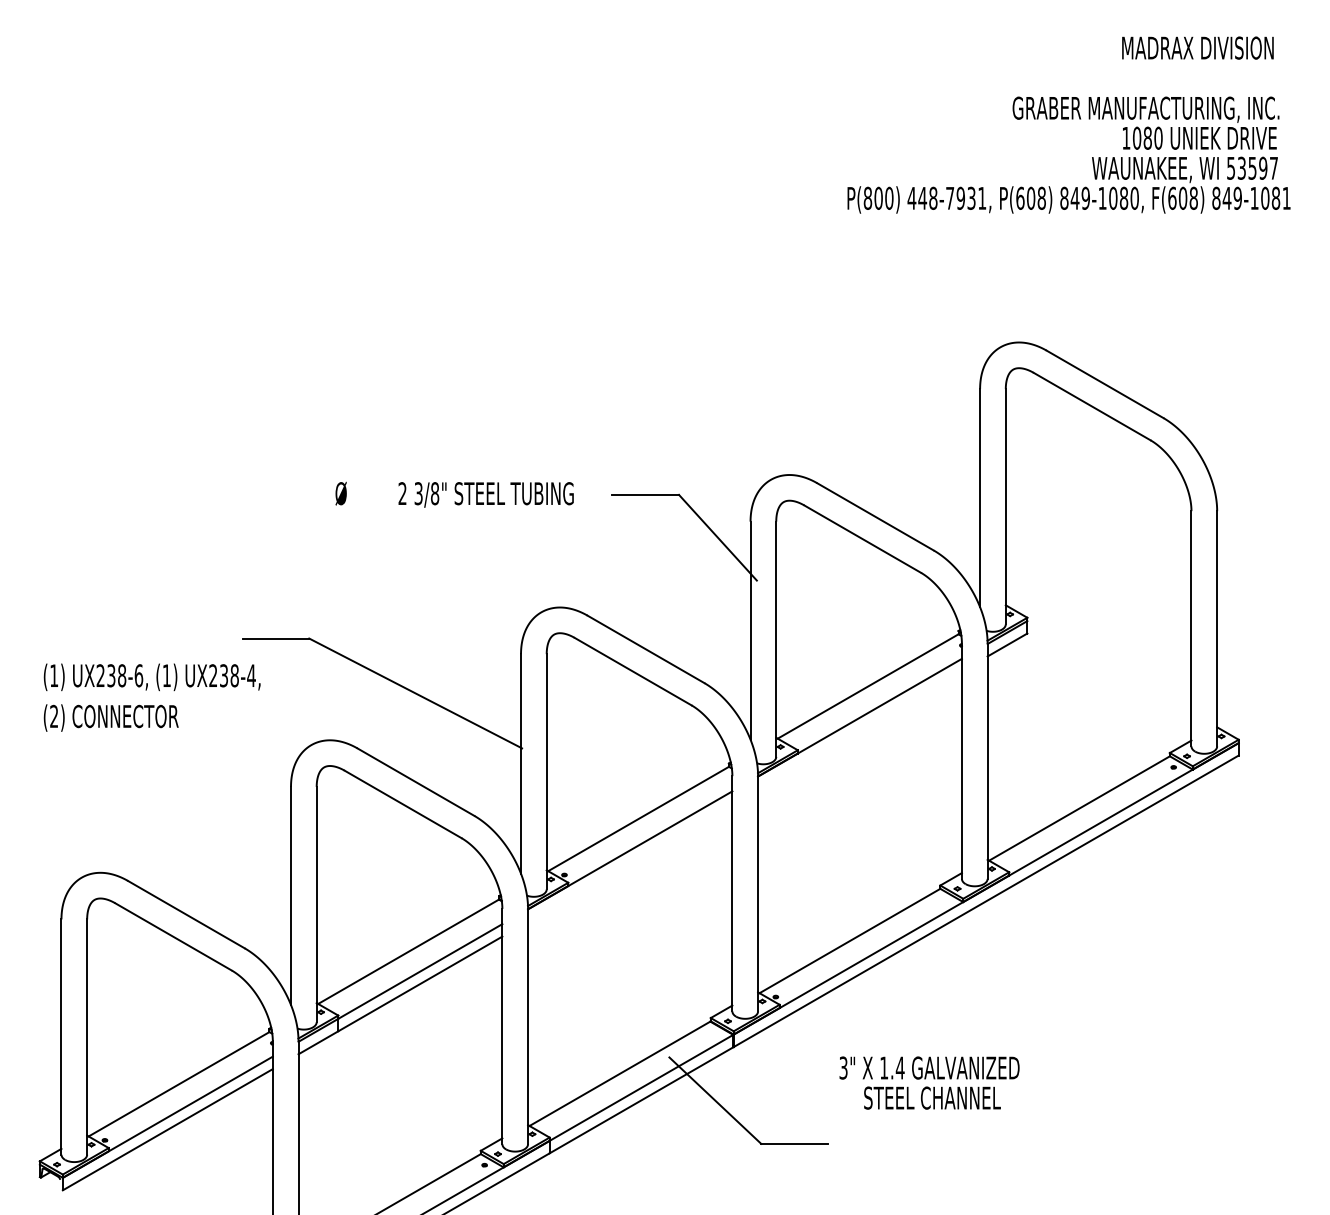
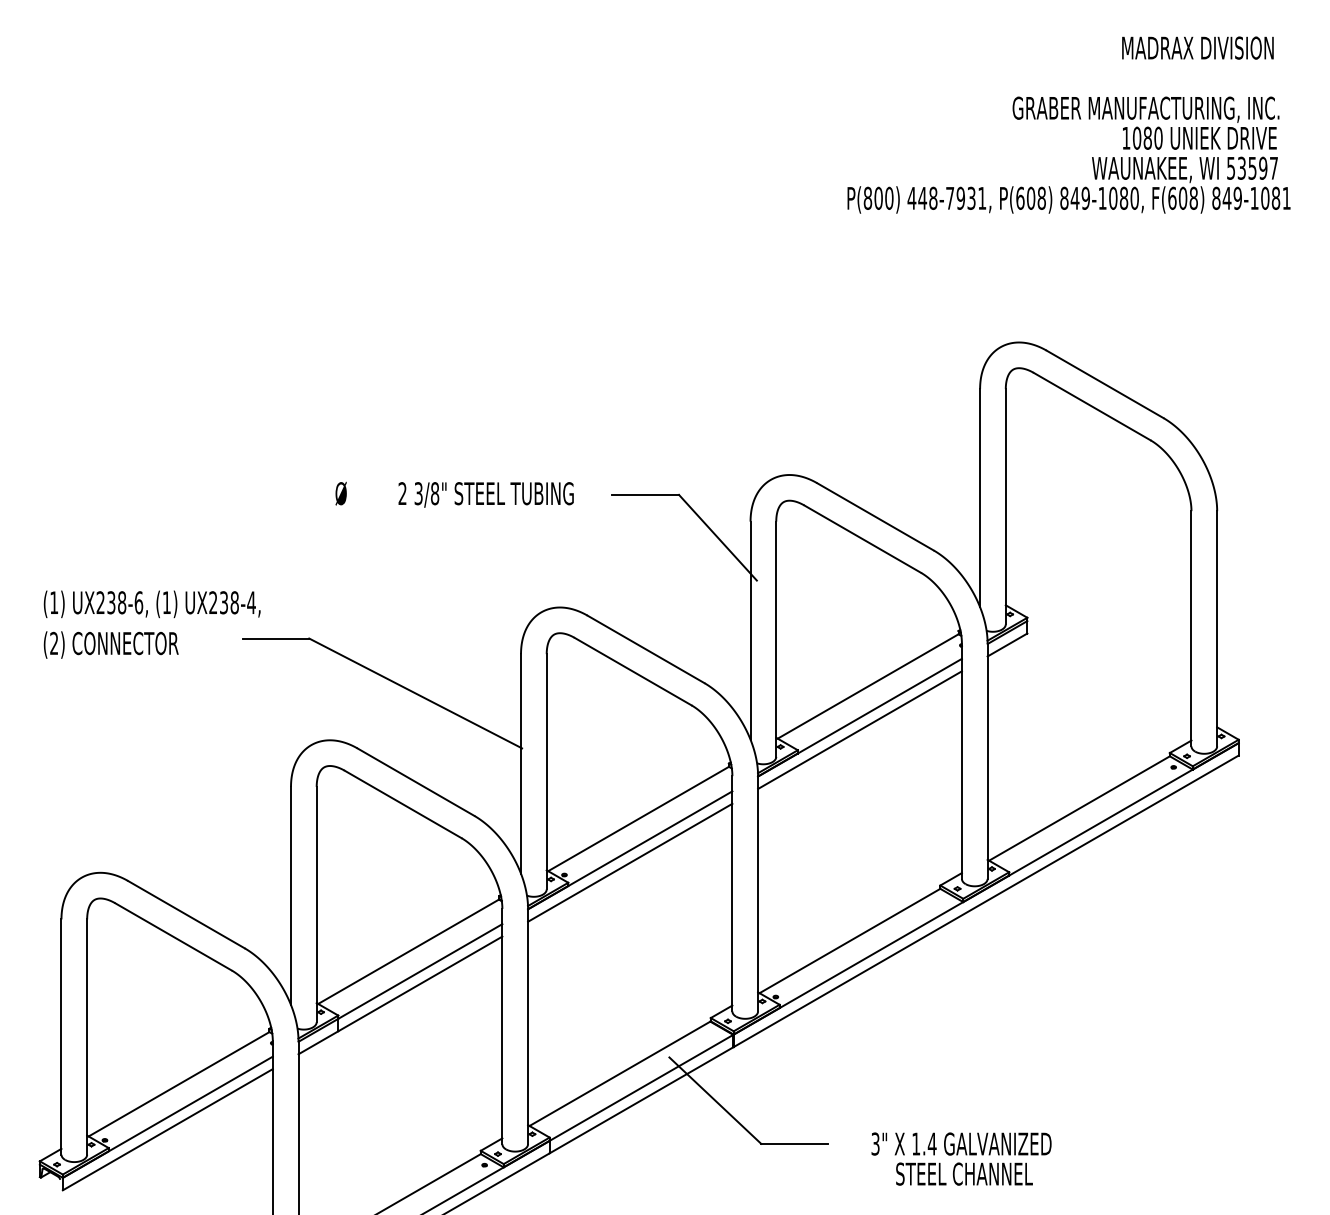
text at (151, 697) position: (151, 697) -> (151, 624)
line at (859, 729): none -> present
line at (630, 862): none -> present
text at (929, 1082) position: (929, 1082) -> (961, 1158)
